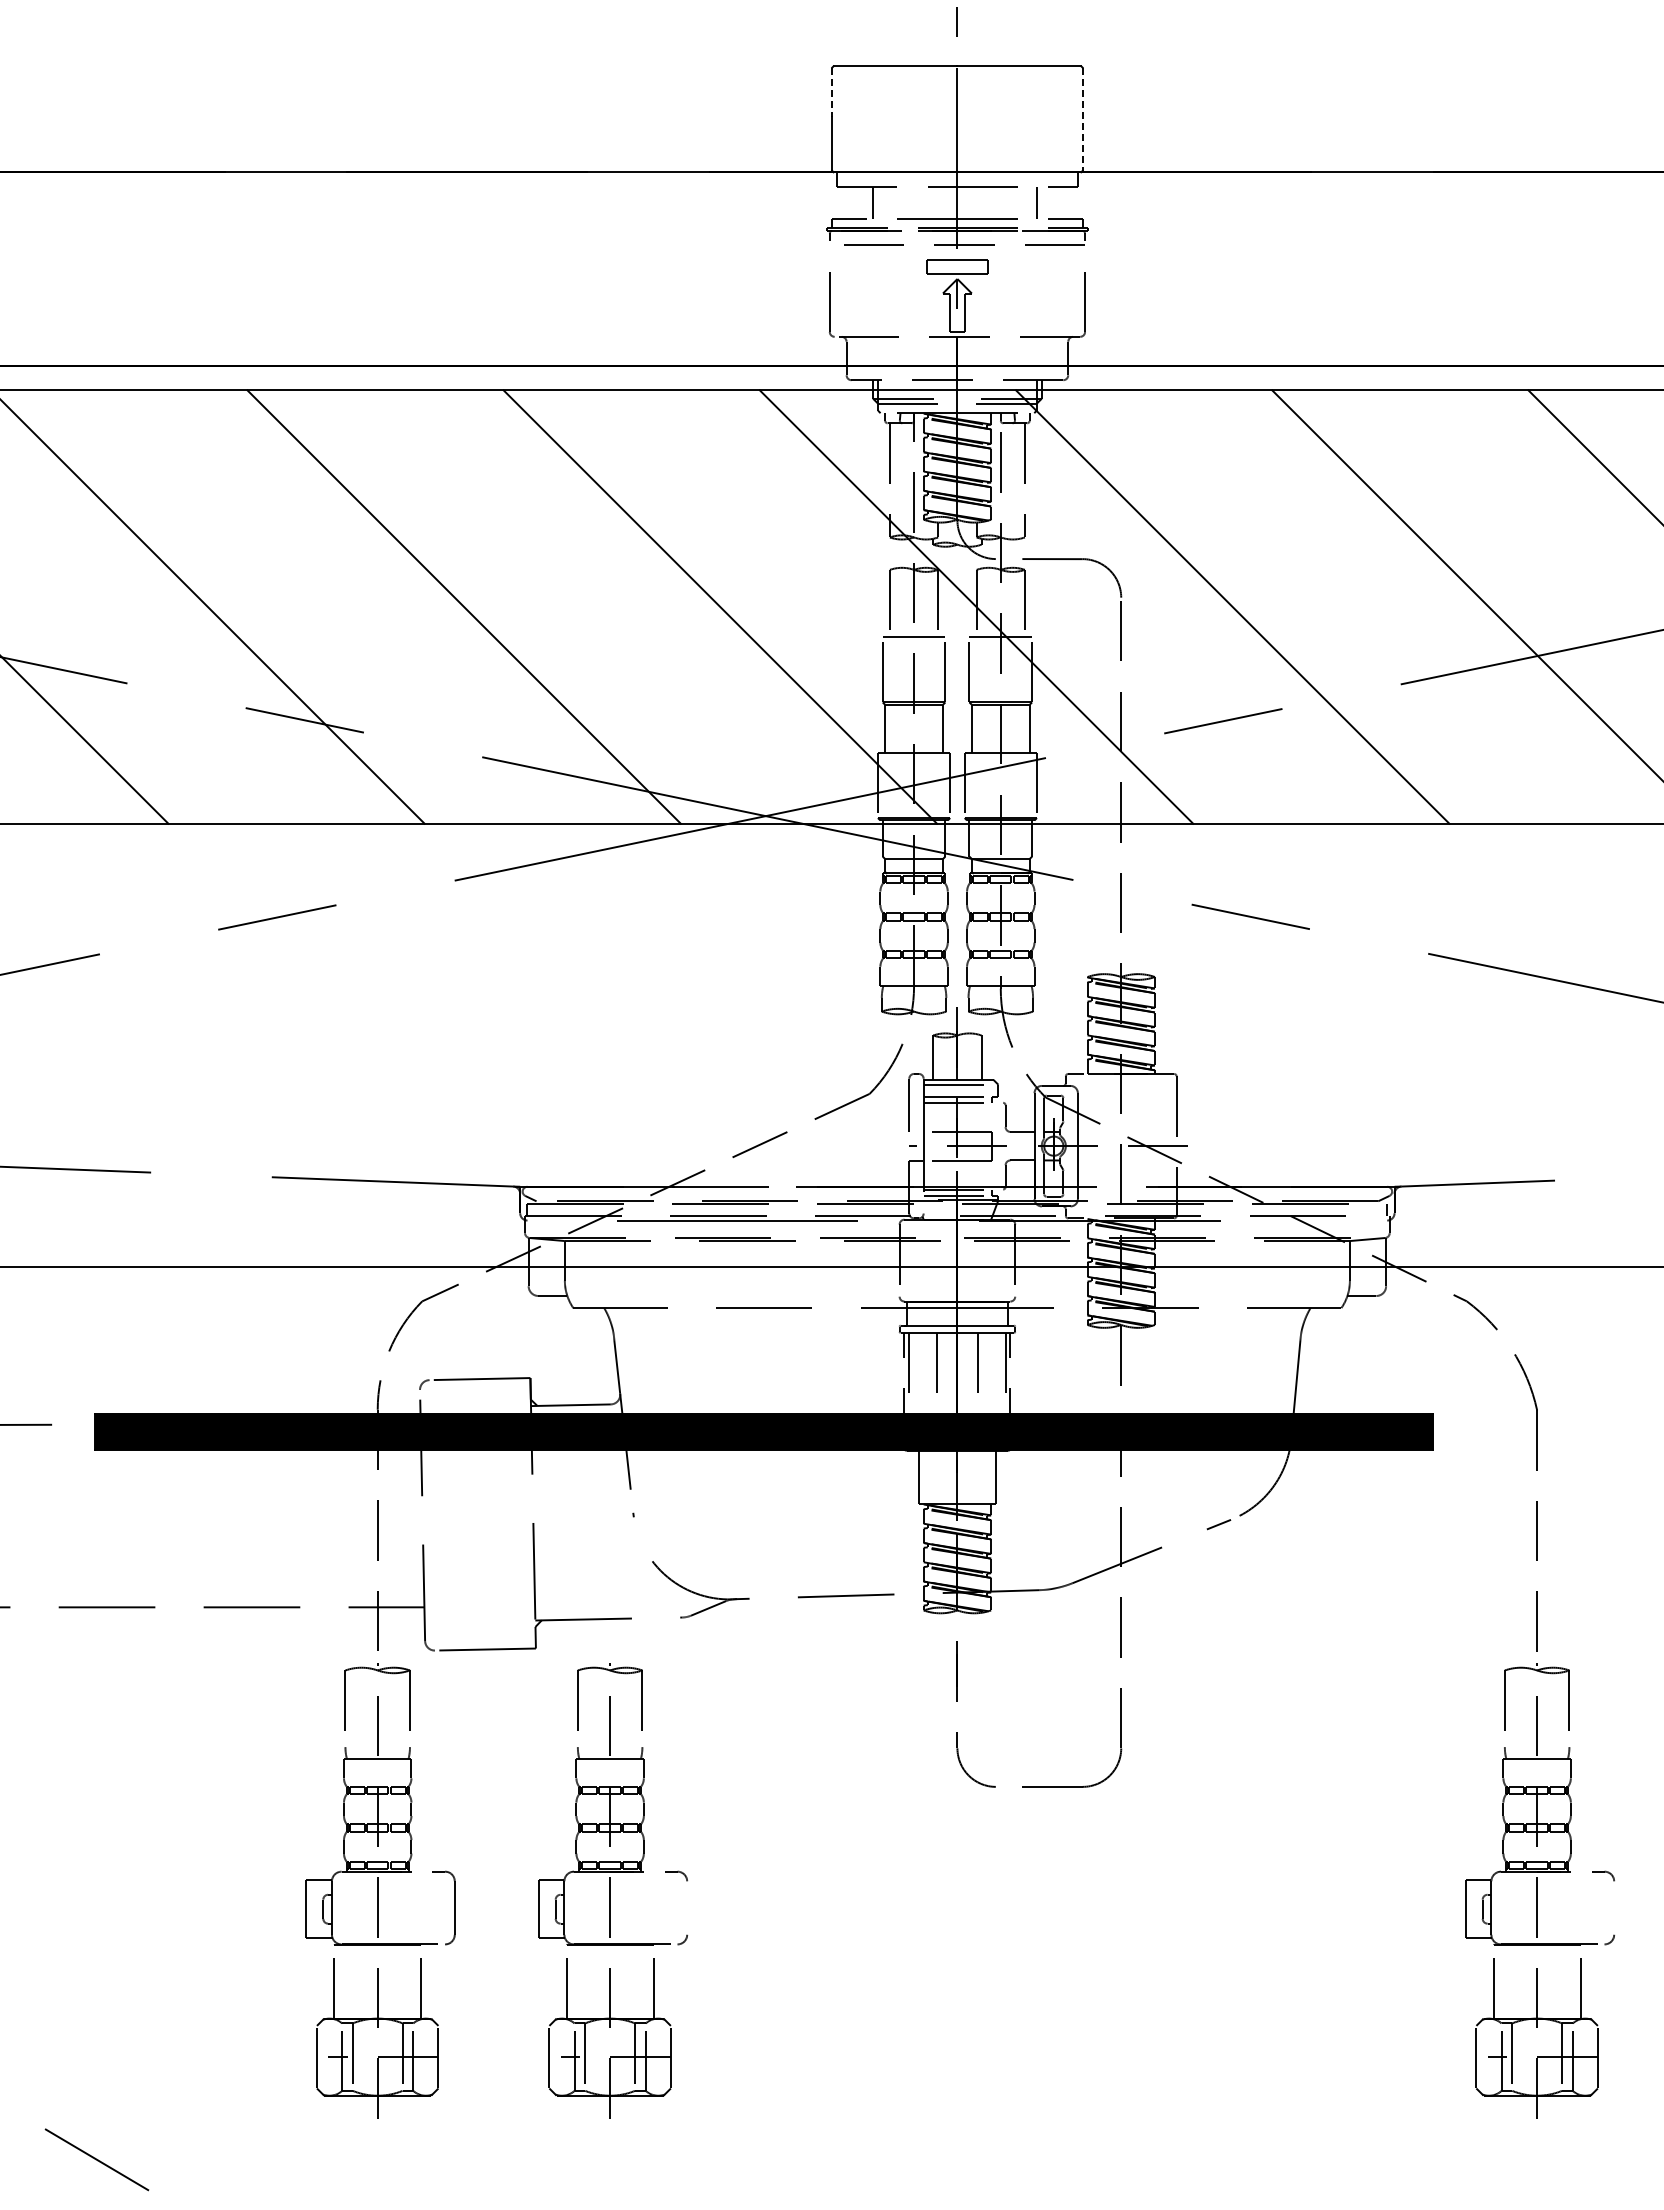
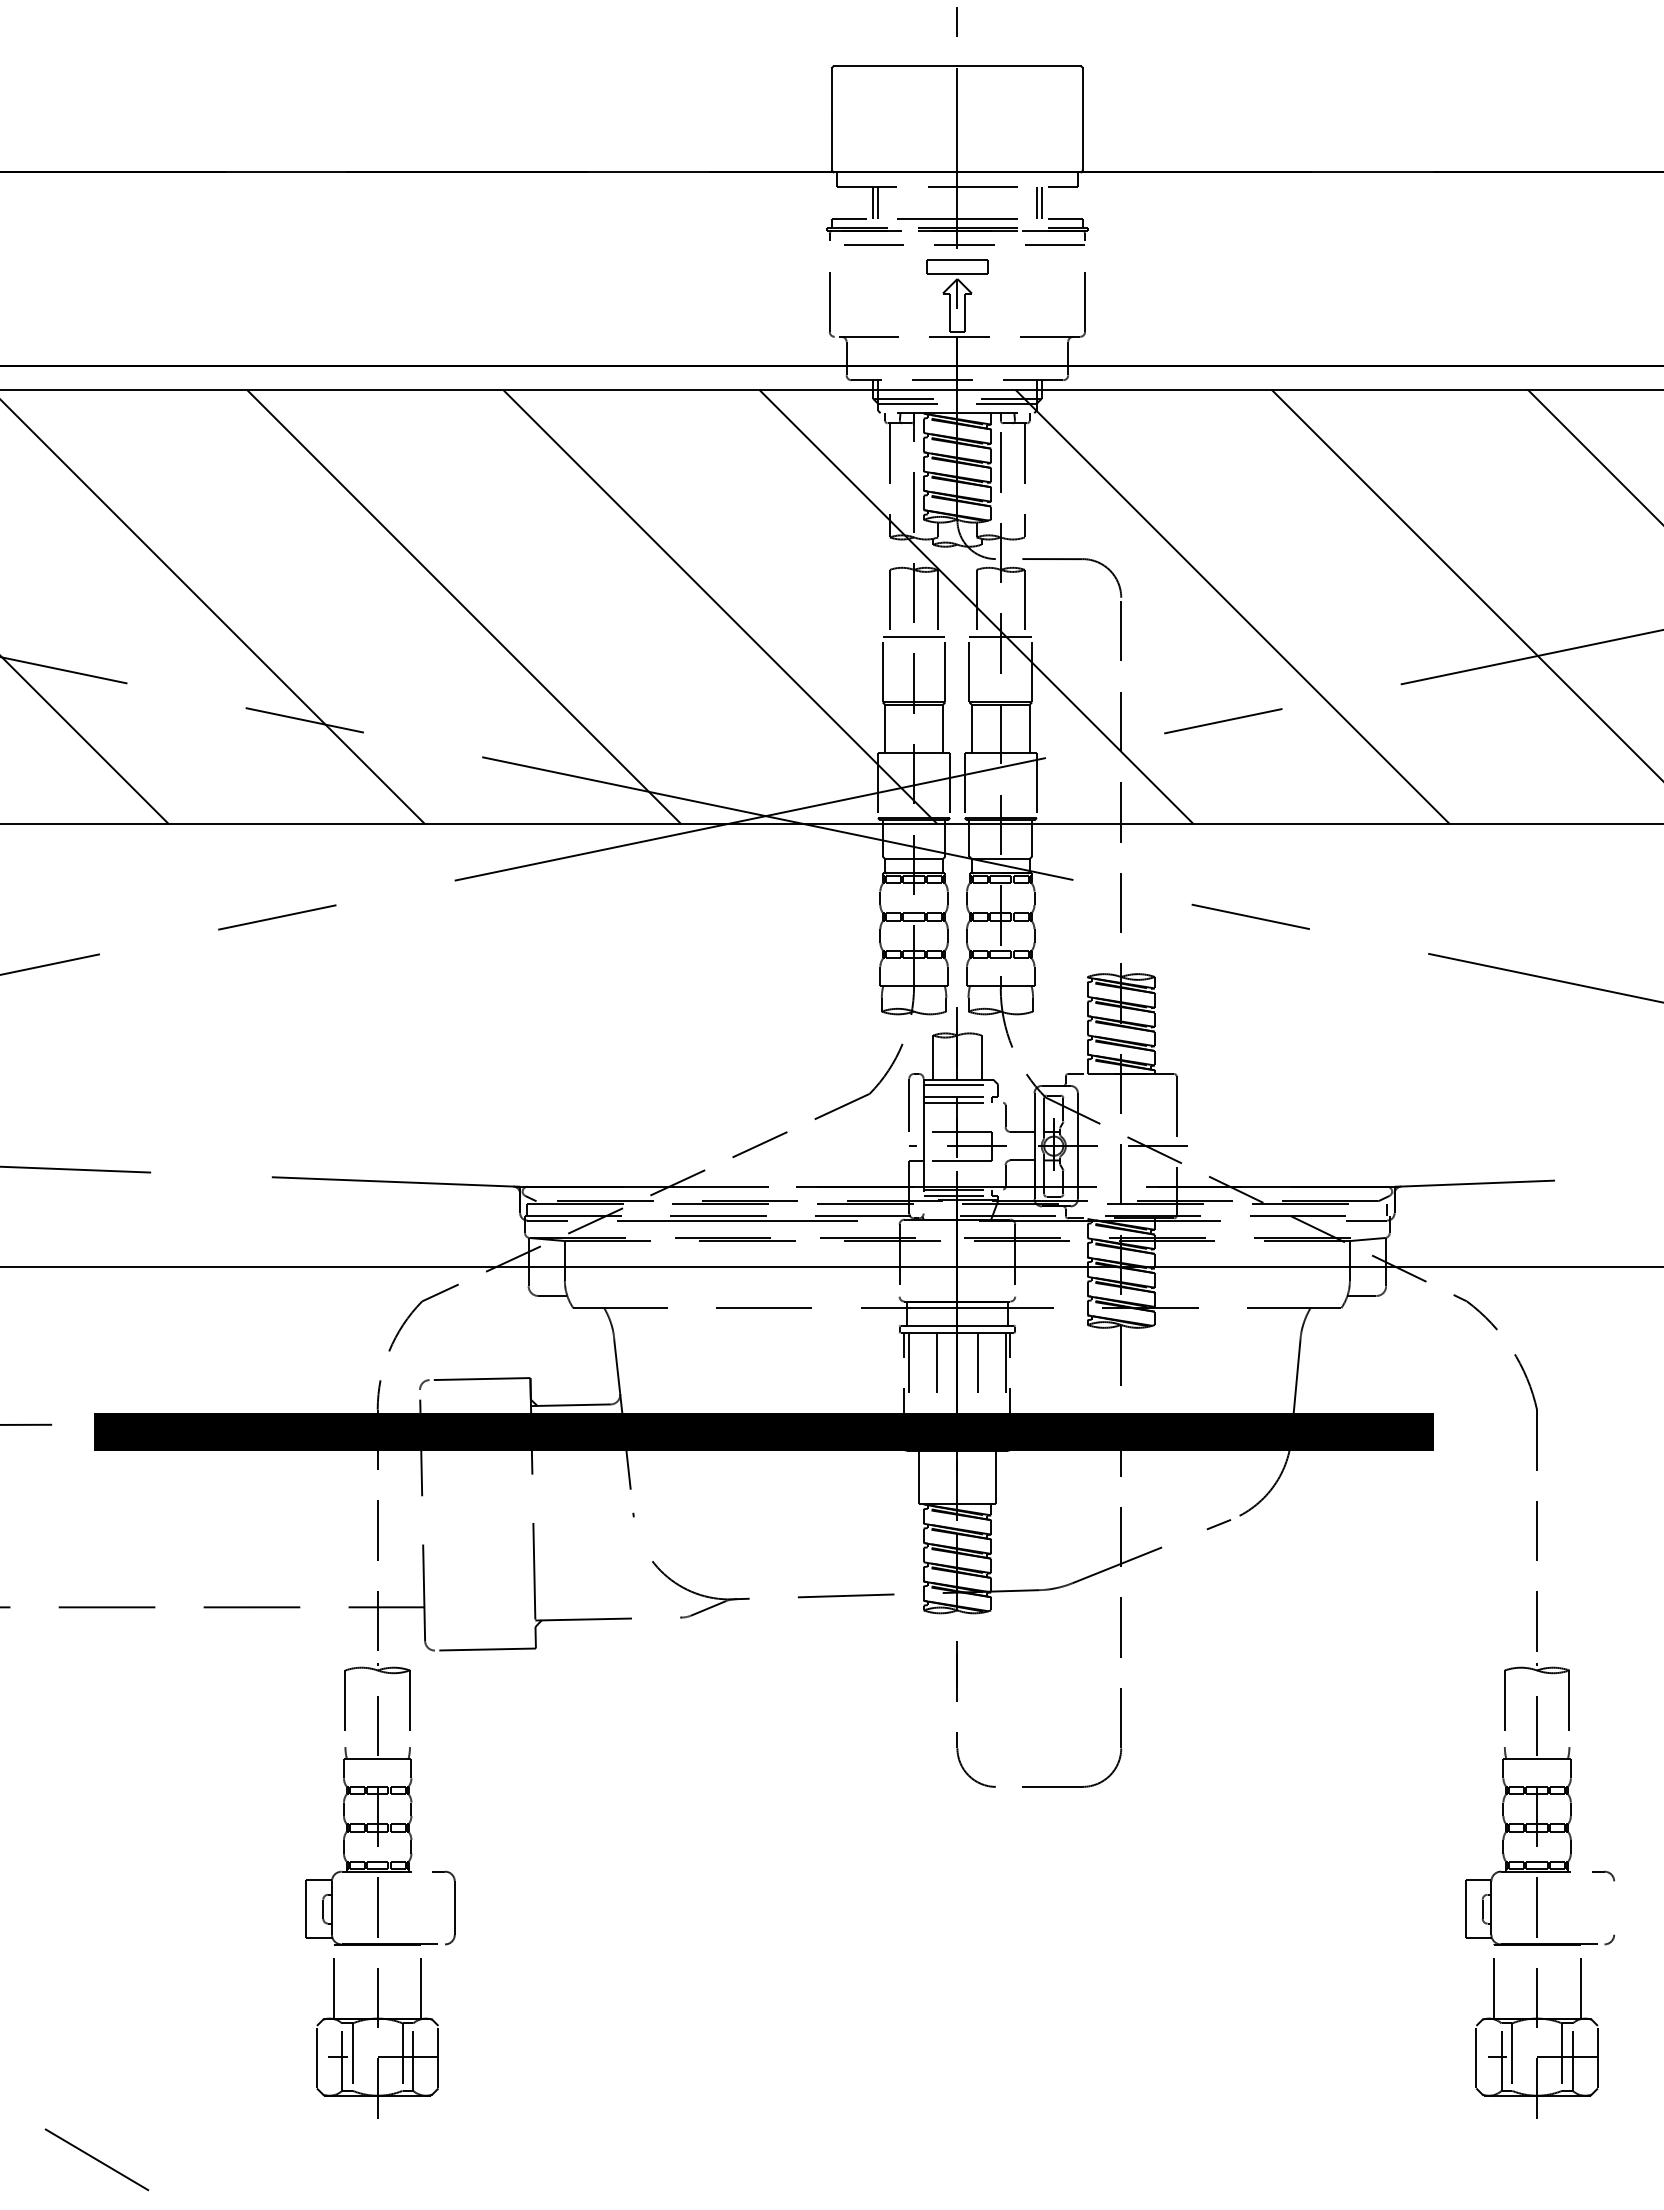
line at (832, 92): dashed -> solid
line at (1082, 119): dashed -> solid
line at (878, 202): none -> present
line at (1041, 202): none -> present
line at (547, 1220): none -> present
line at (1366, 1220): none -> present
part at (612, 1890): present -> none
